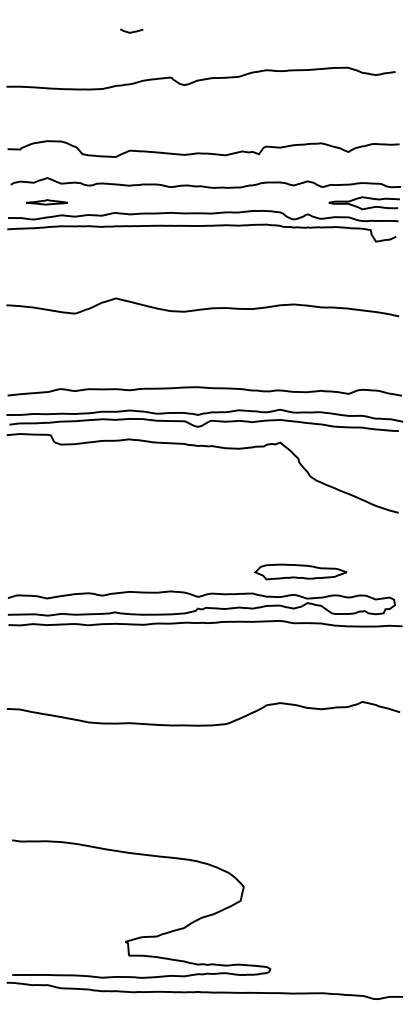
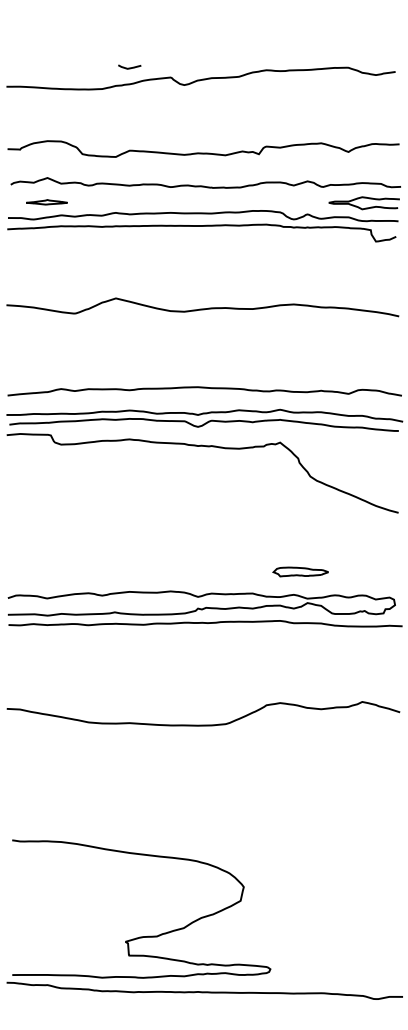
curve at (131, 31) position: (131, 31) -> (129, 67)
part at (300, 571) size: 94x18 px -> 57x12 px
